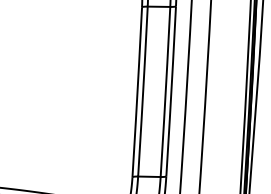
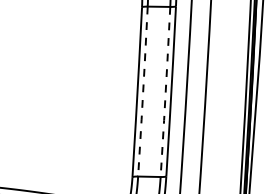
line at (143, 92): solid -> dashed
line at (165, 92): solid -> dashed
